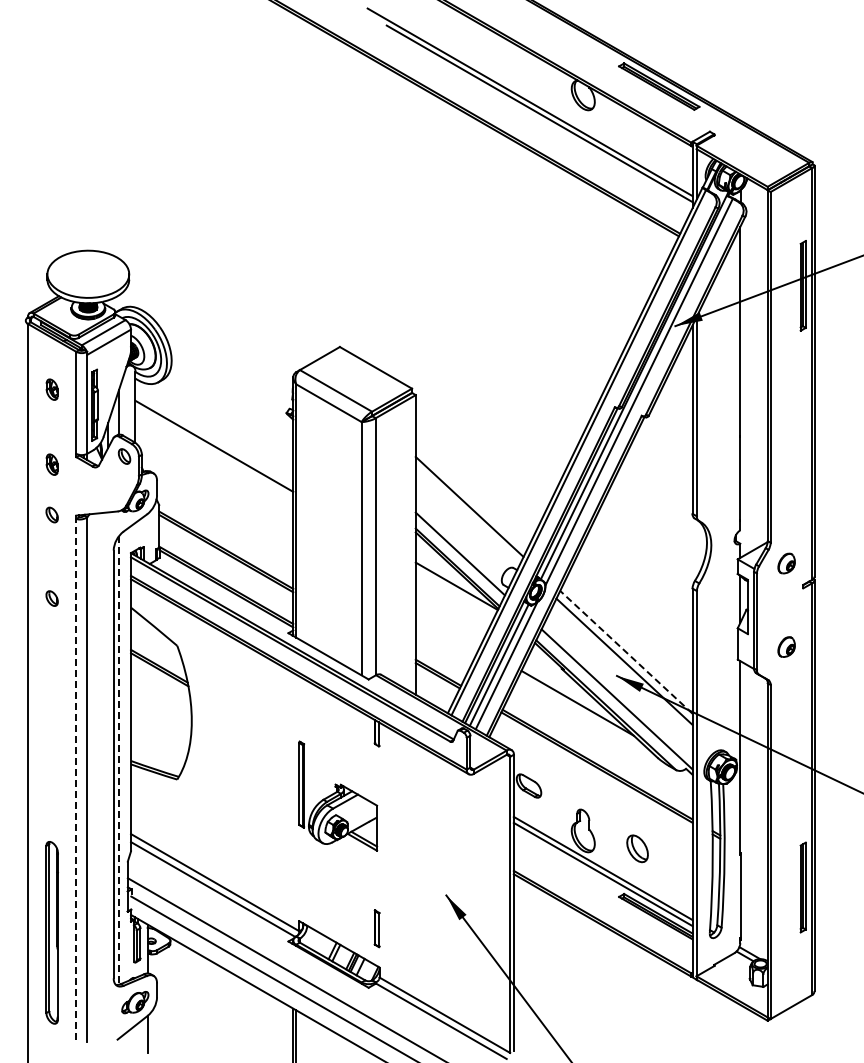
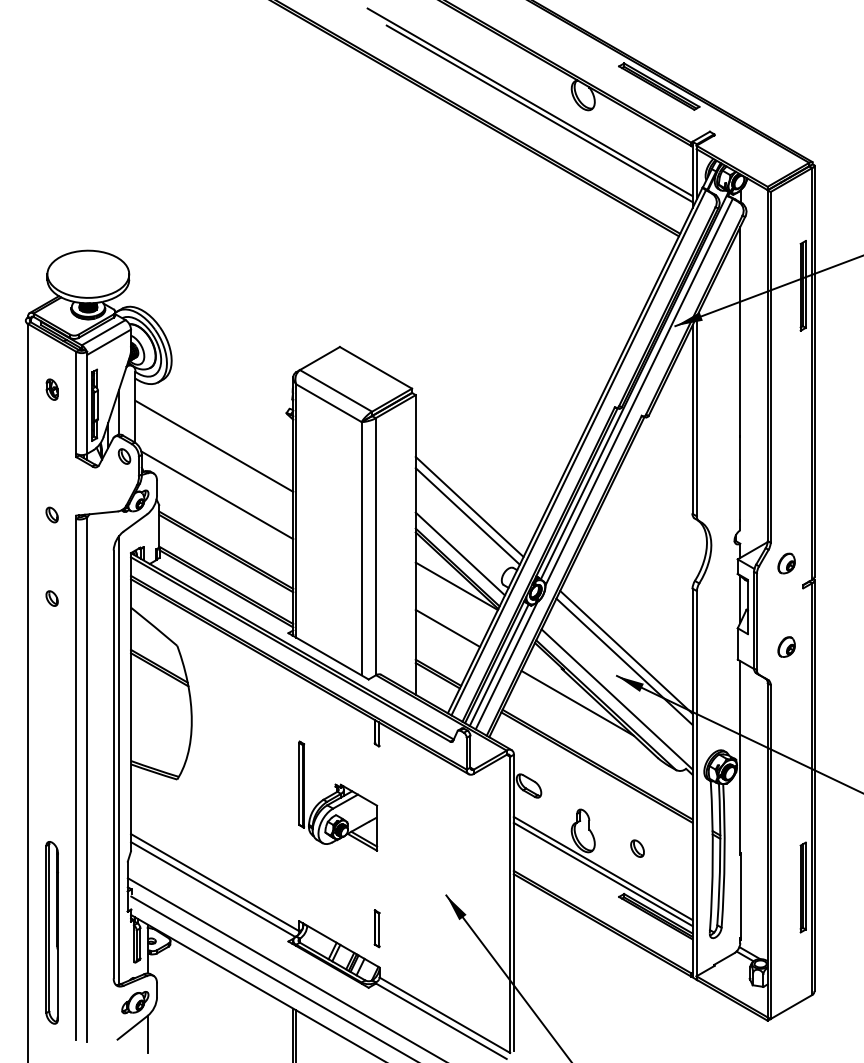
part at (51, 464): present -> none
line at (217, 495): none -> present
line at (467, 516): none -> present
line at (447, 627): none -> present
line at (626, 652): dashed -> solid
line at (119, 760): dashed -> solid
line at (76, 779): dashed -> solid
part at (637, 848) size: 23x30 px -> 15x19 px
